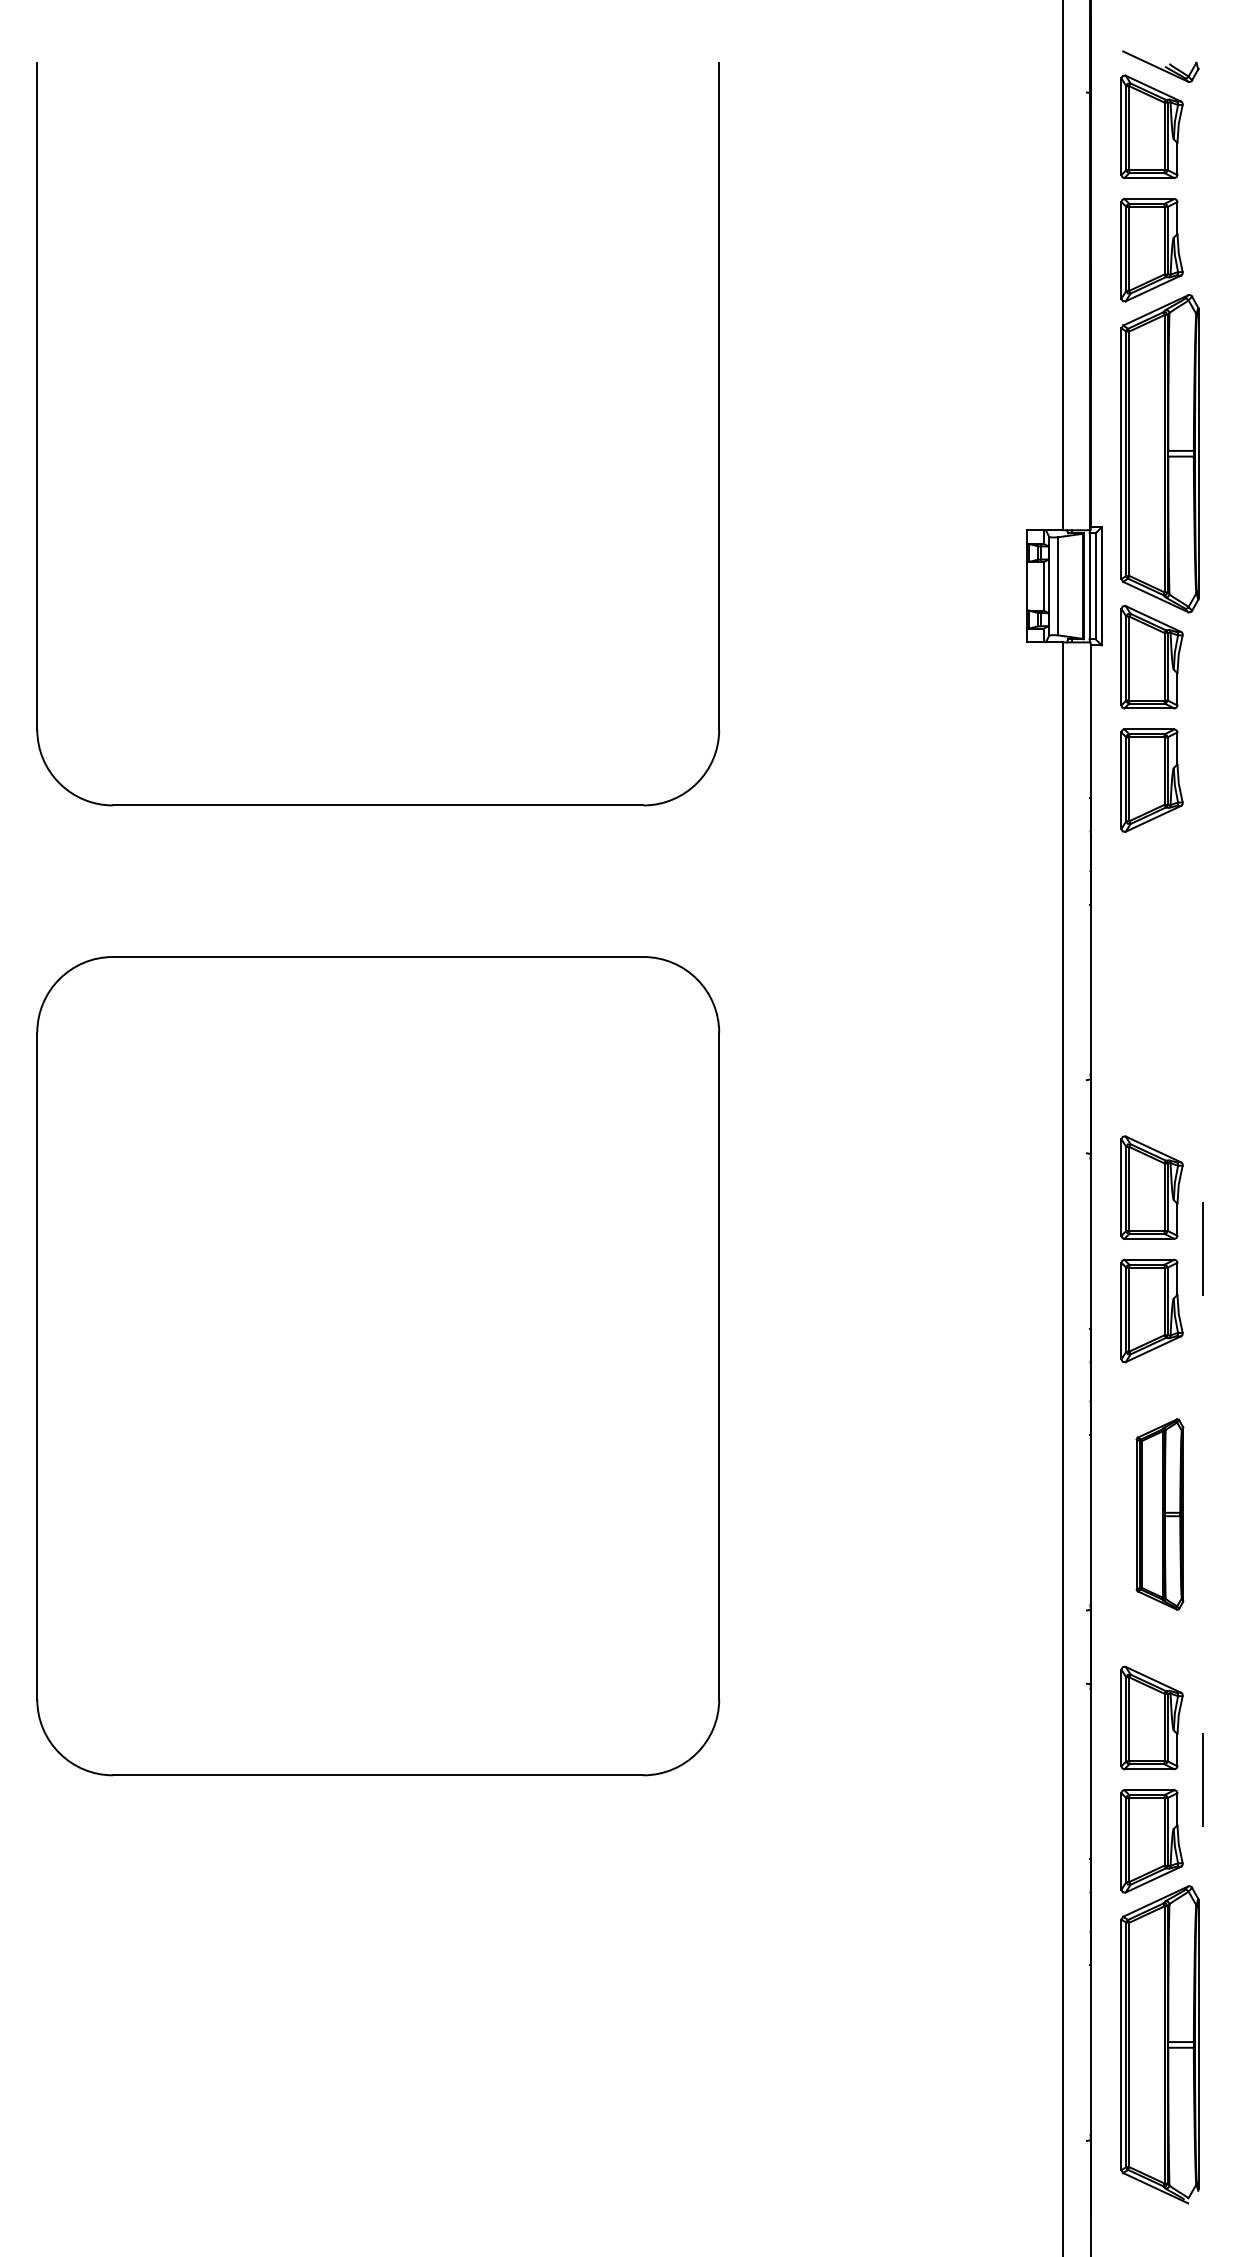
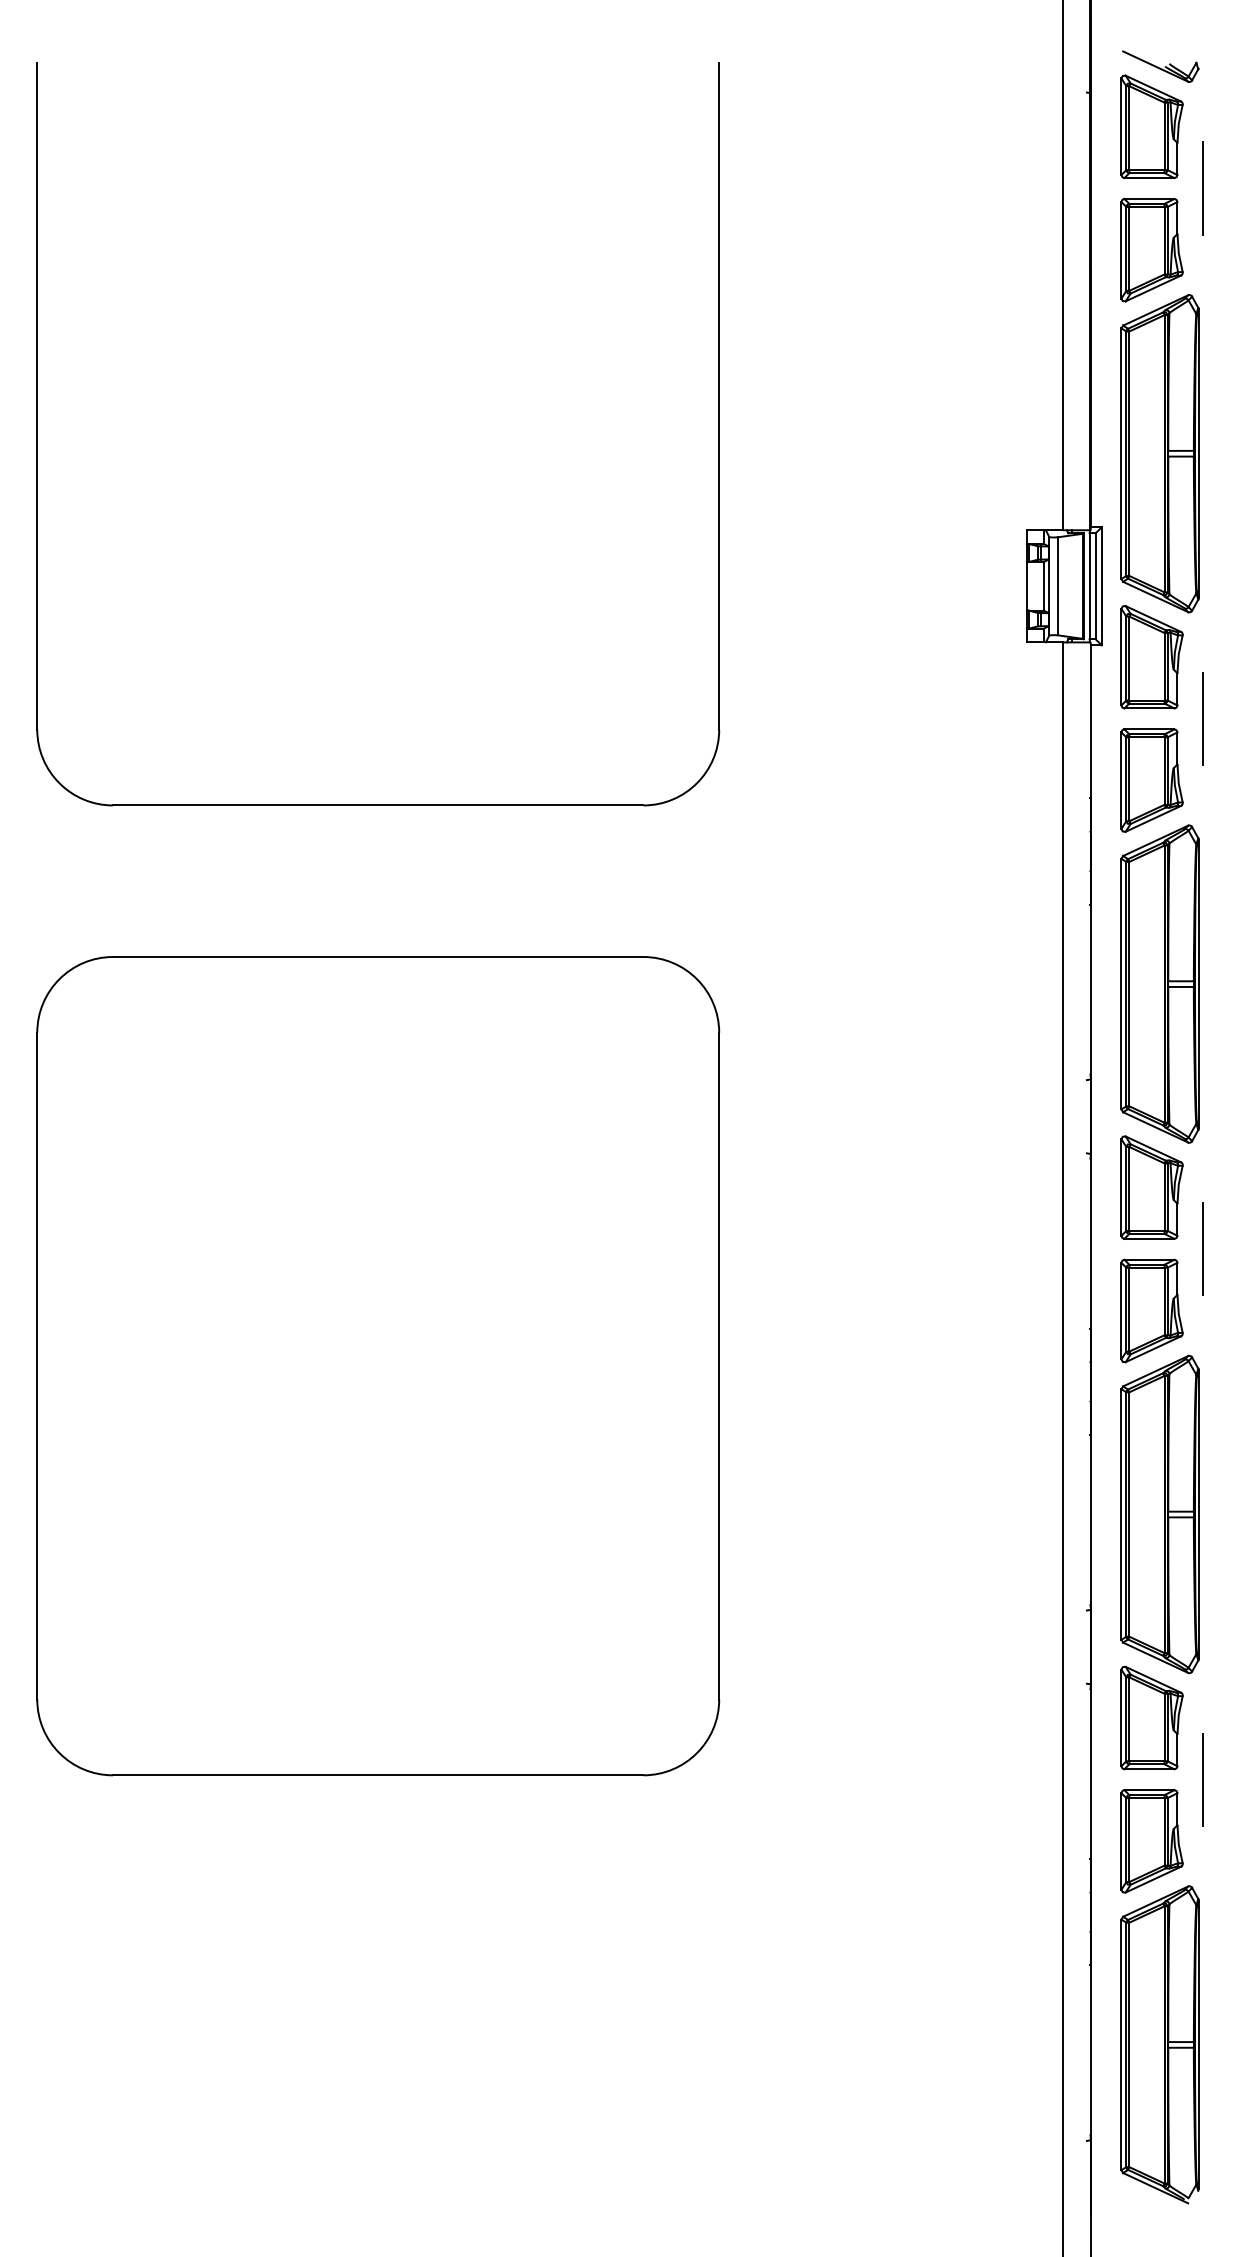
line at (1202, 188): none -> present
line at (1202, 718): none -> present
part at (1159, 983): none -> present
part at (1159, 1514) size: 50x193 px -> 80x321 px
